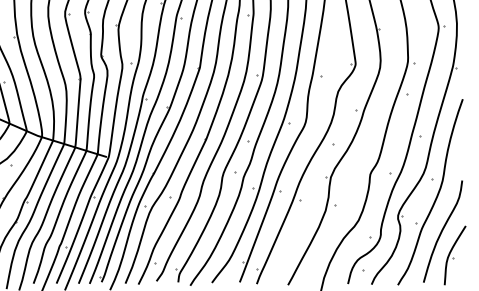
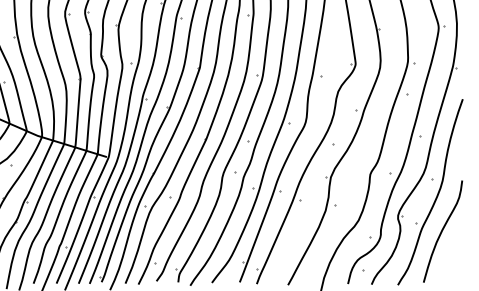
part at (454, 255): present -> none
